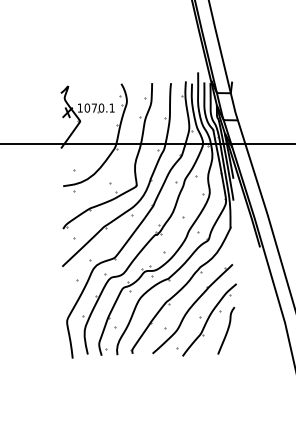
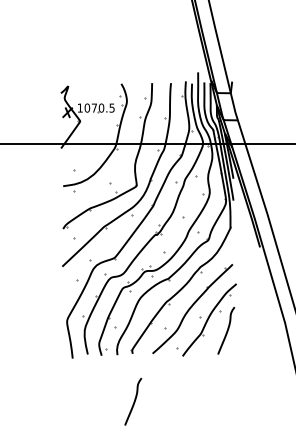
text at (111, 107): 1070.1 -> 1070.5
curve at (133, 401): none -> present
